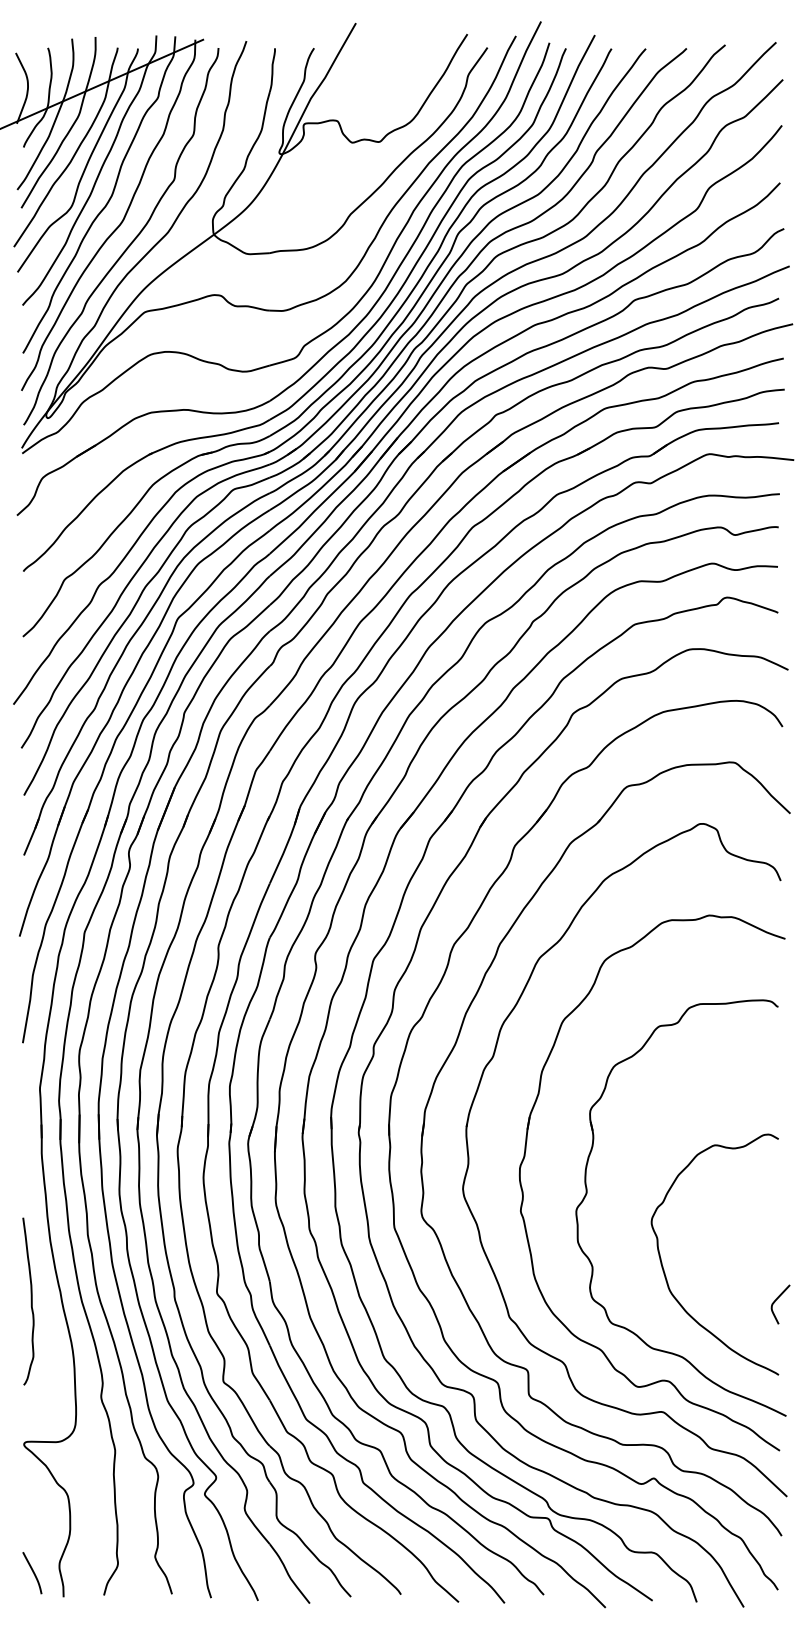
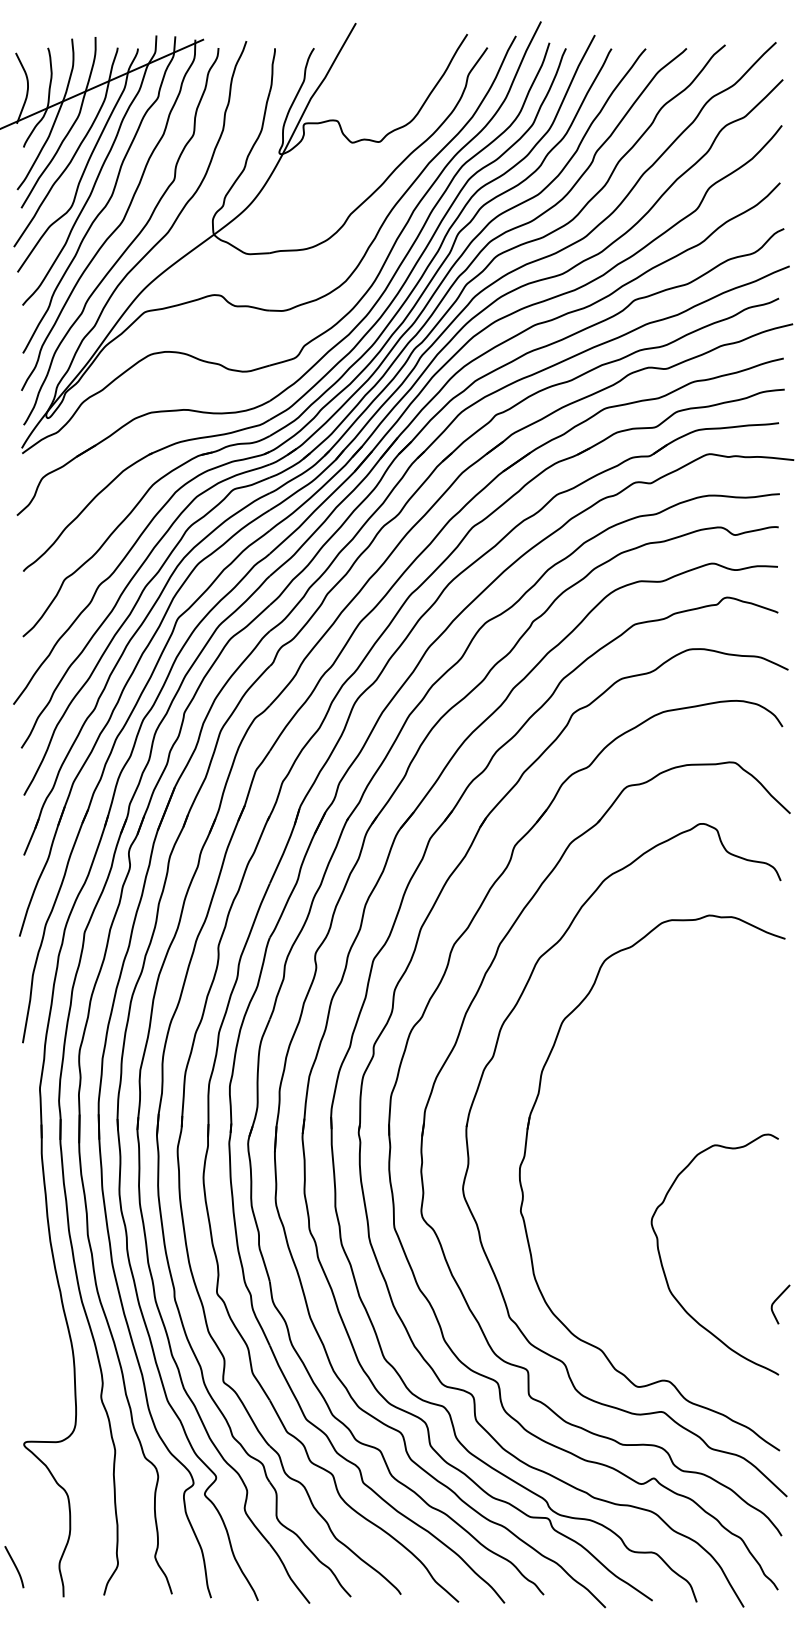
part at (587, 1193): present -> none
curve at (30, 1301): present -> none
curve at (32, 1572) position: (32, 1572) -> (14, 1566)
